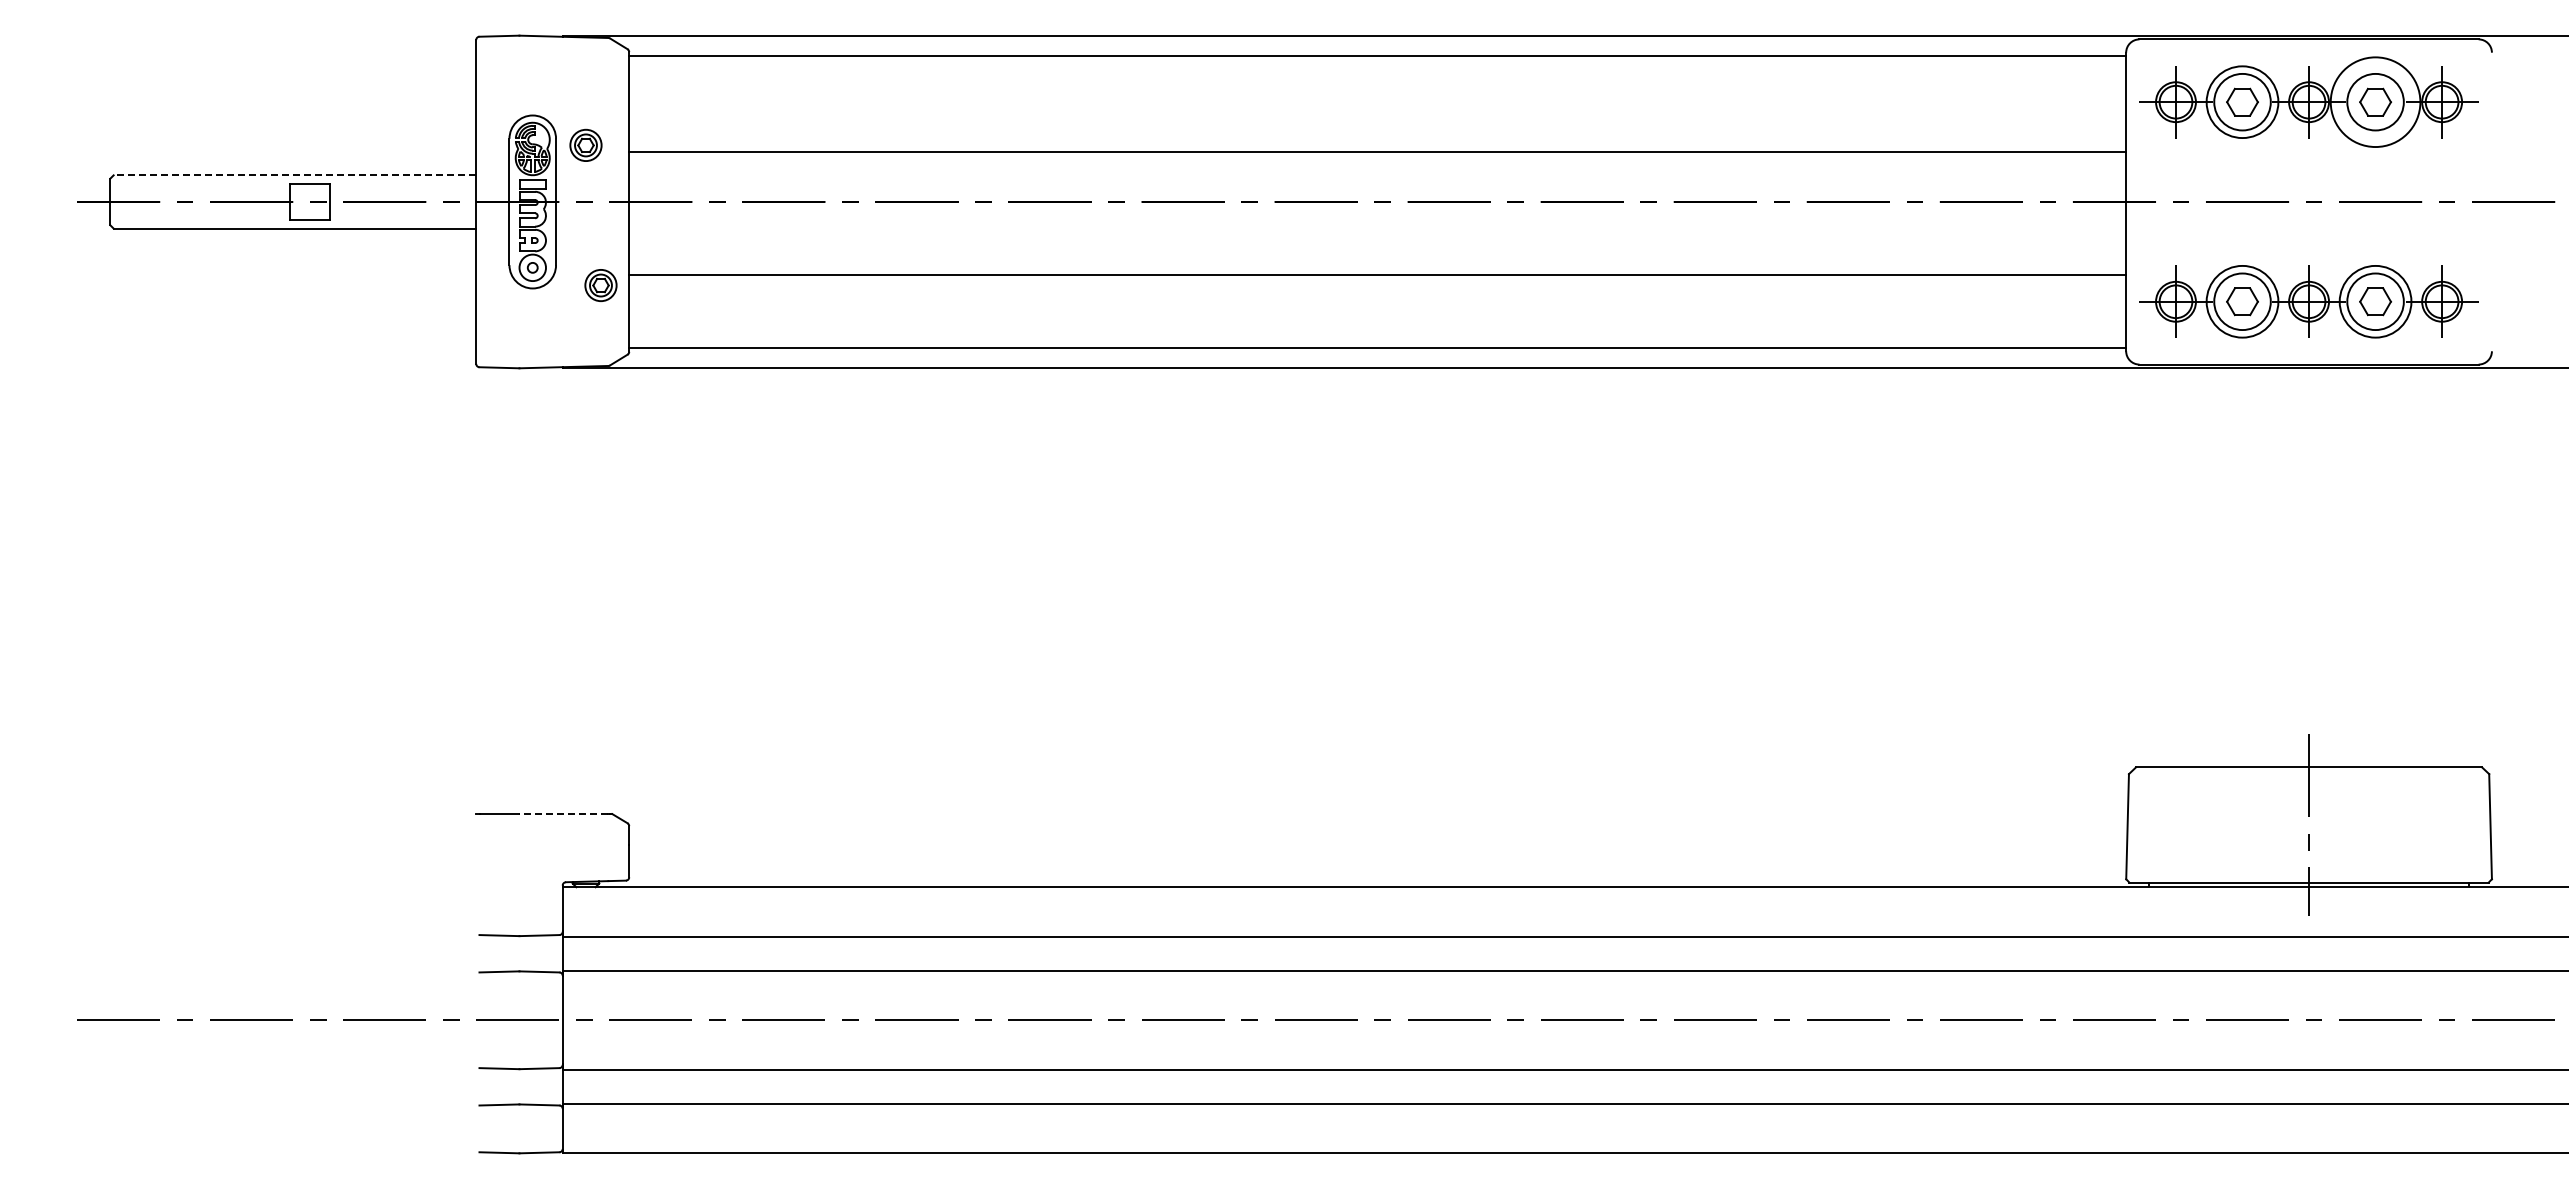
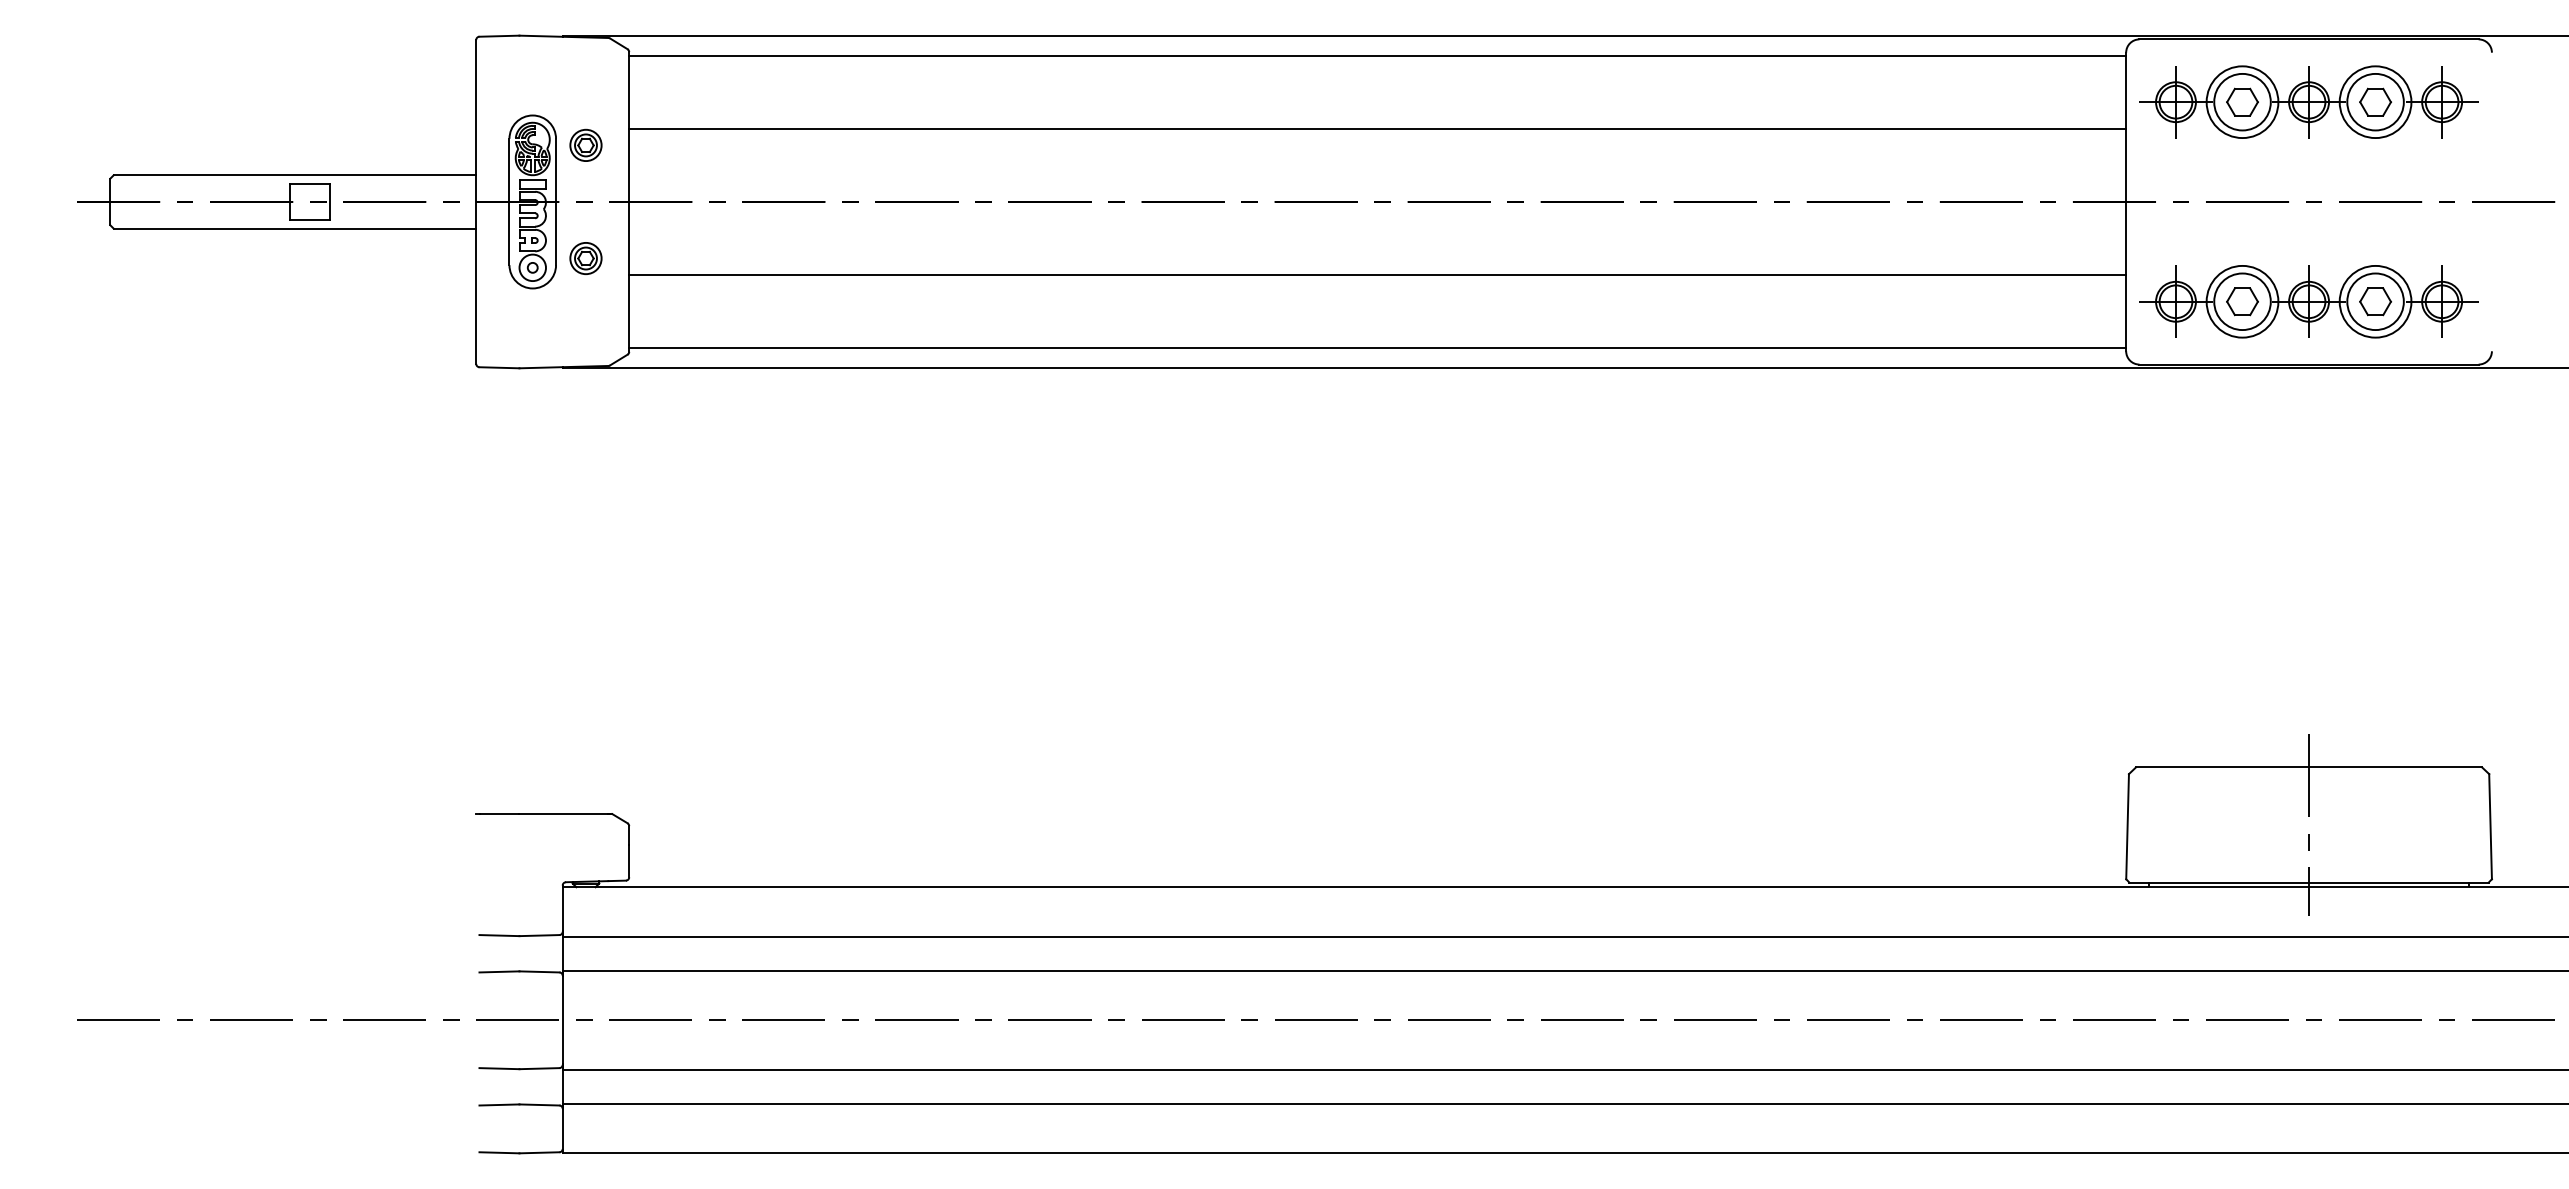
circle at (2375, 102) diameter: 90 px -> 72 px
line at (1377, 152) position: (1377, 152) -> (1377, 129)
line at (294, 175): dashed -> solid
part at (600, 285) position: (600, 285) -> (585, 258)
line at (563, 814): dashed -> solid
